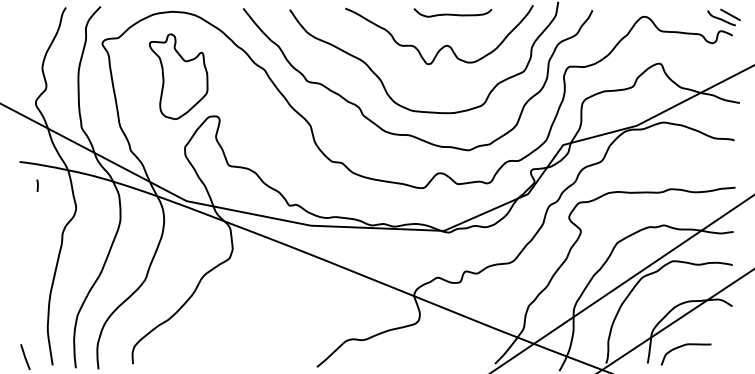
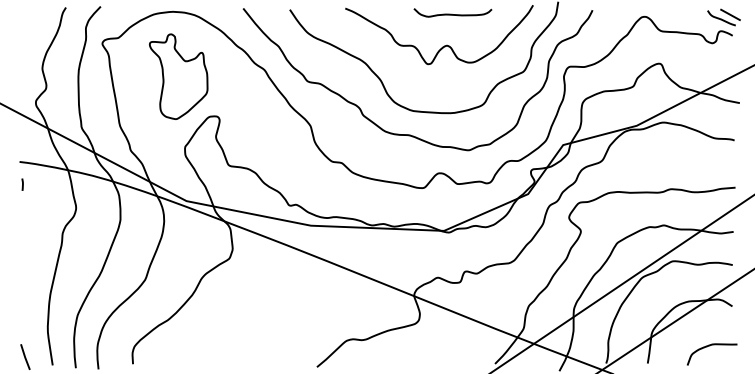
line at (37, 185) position: (37, 185) -> (22, 184)
curve at (683, 346) position: (683, 346) -> (709, 346)
